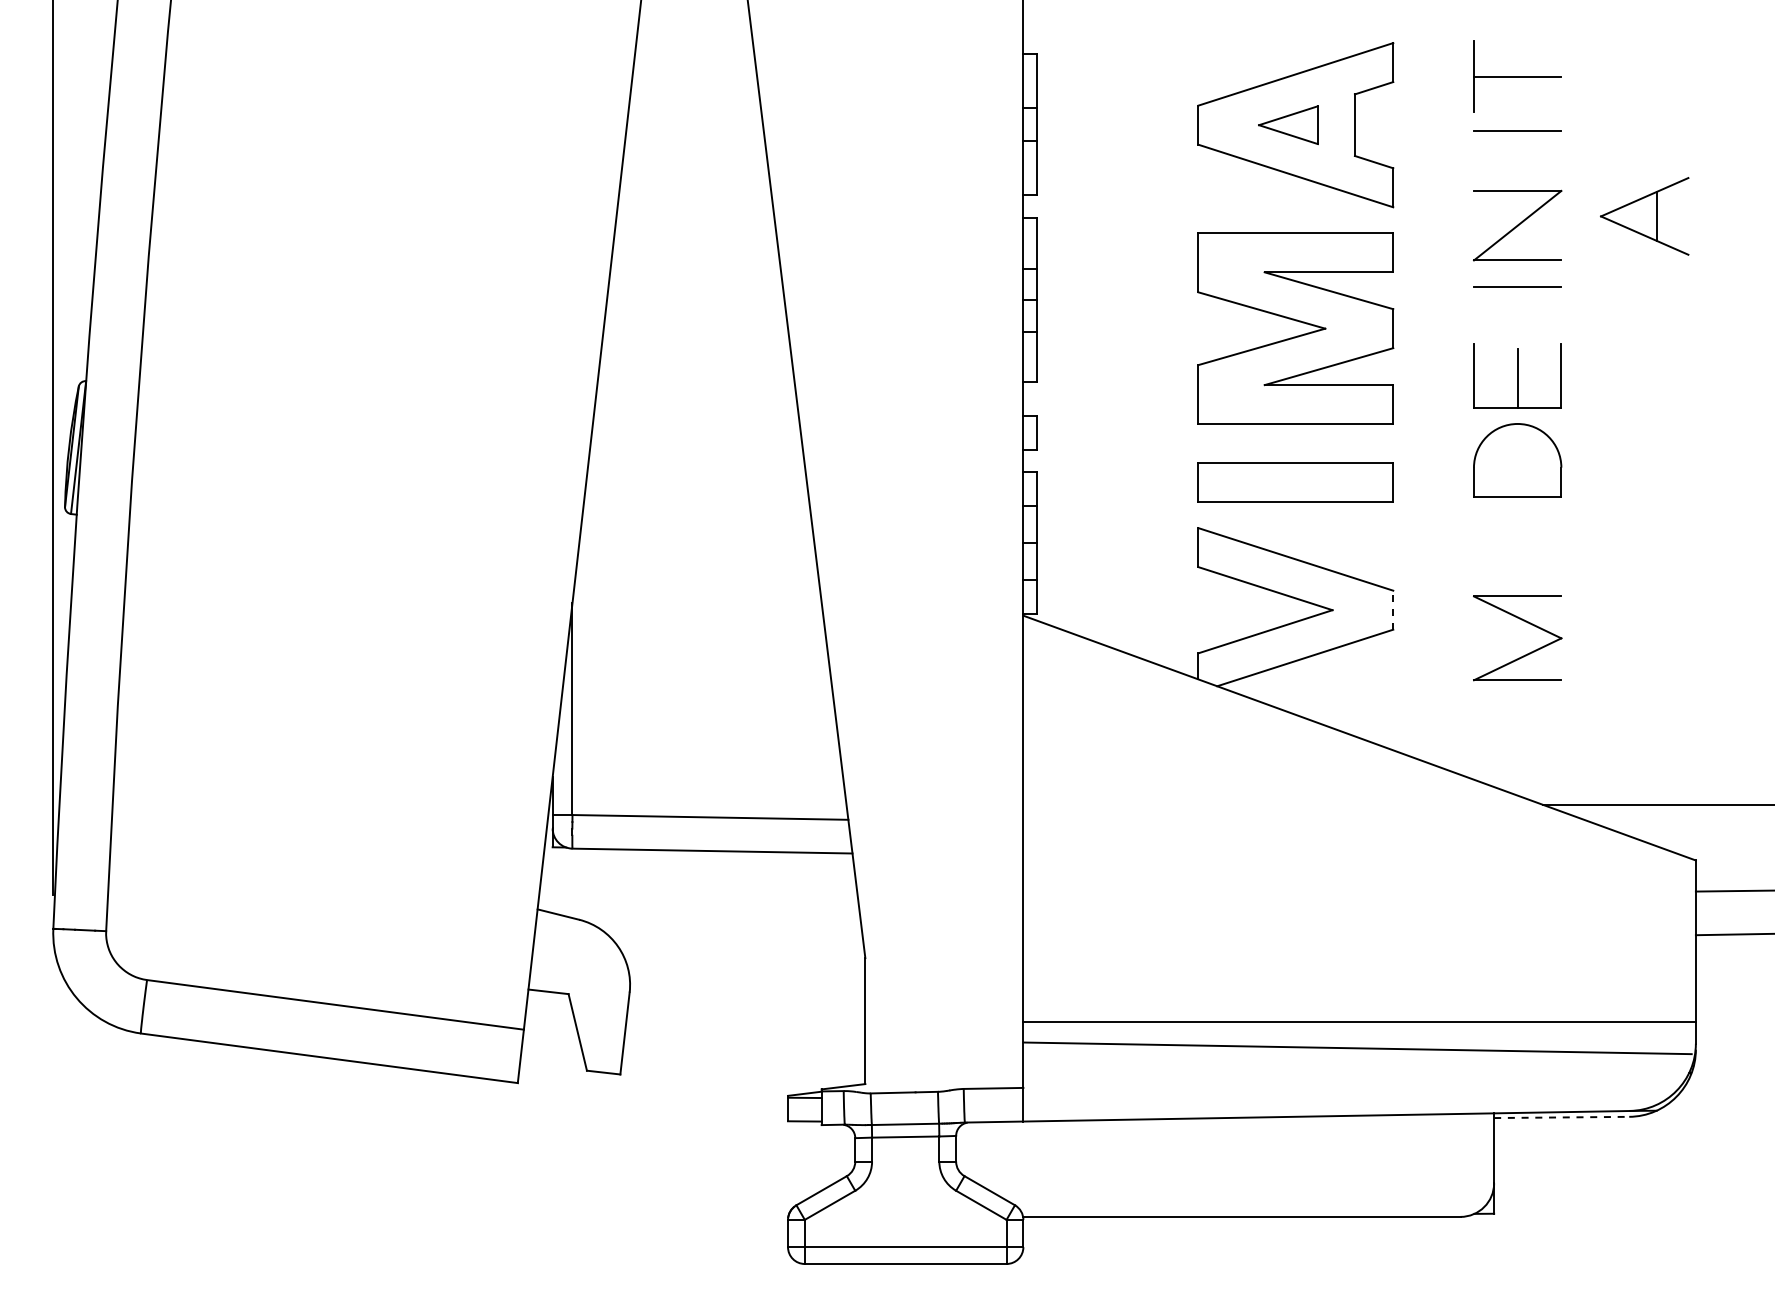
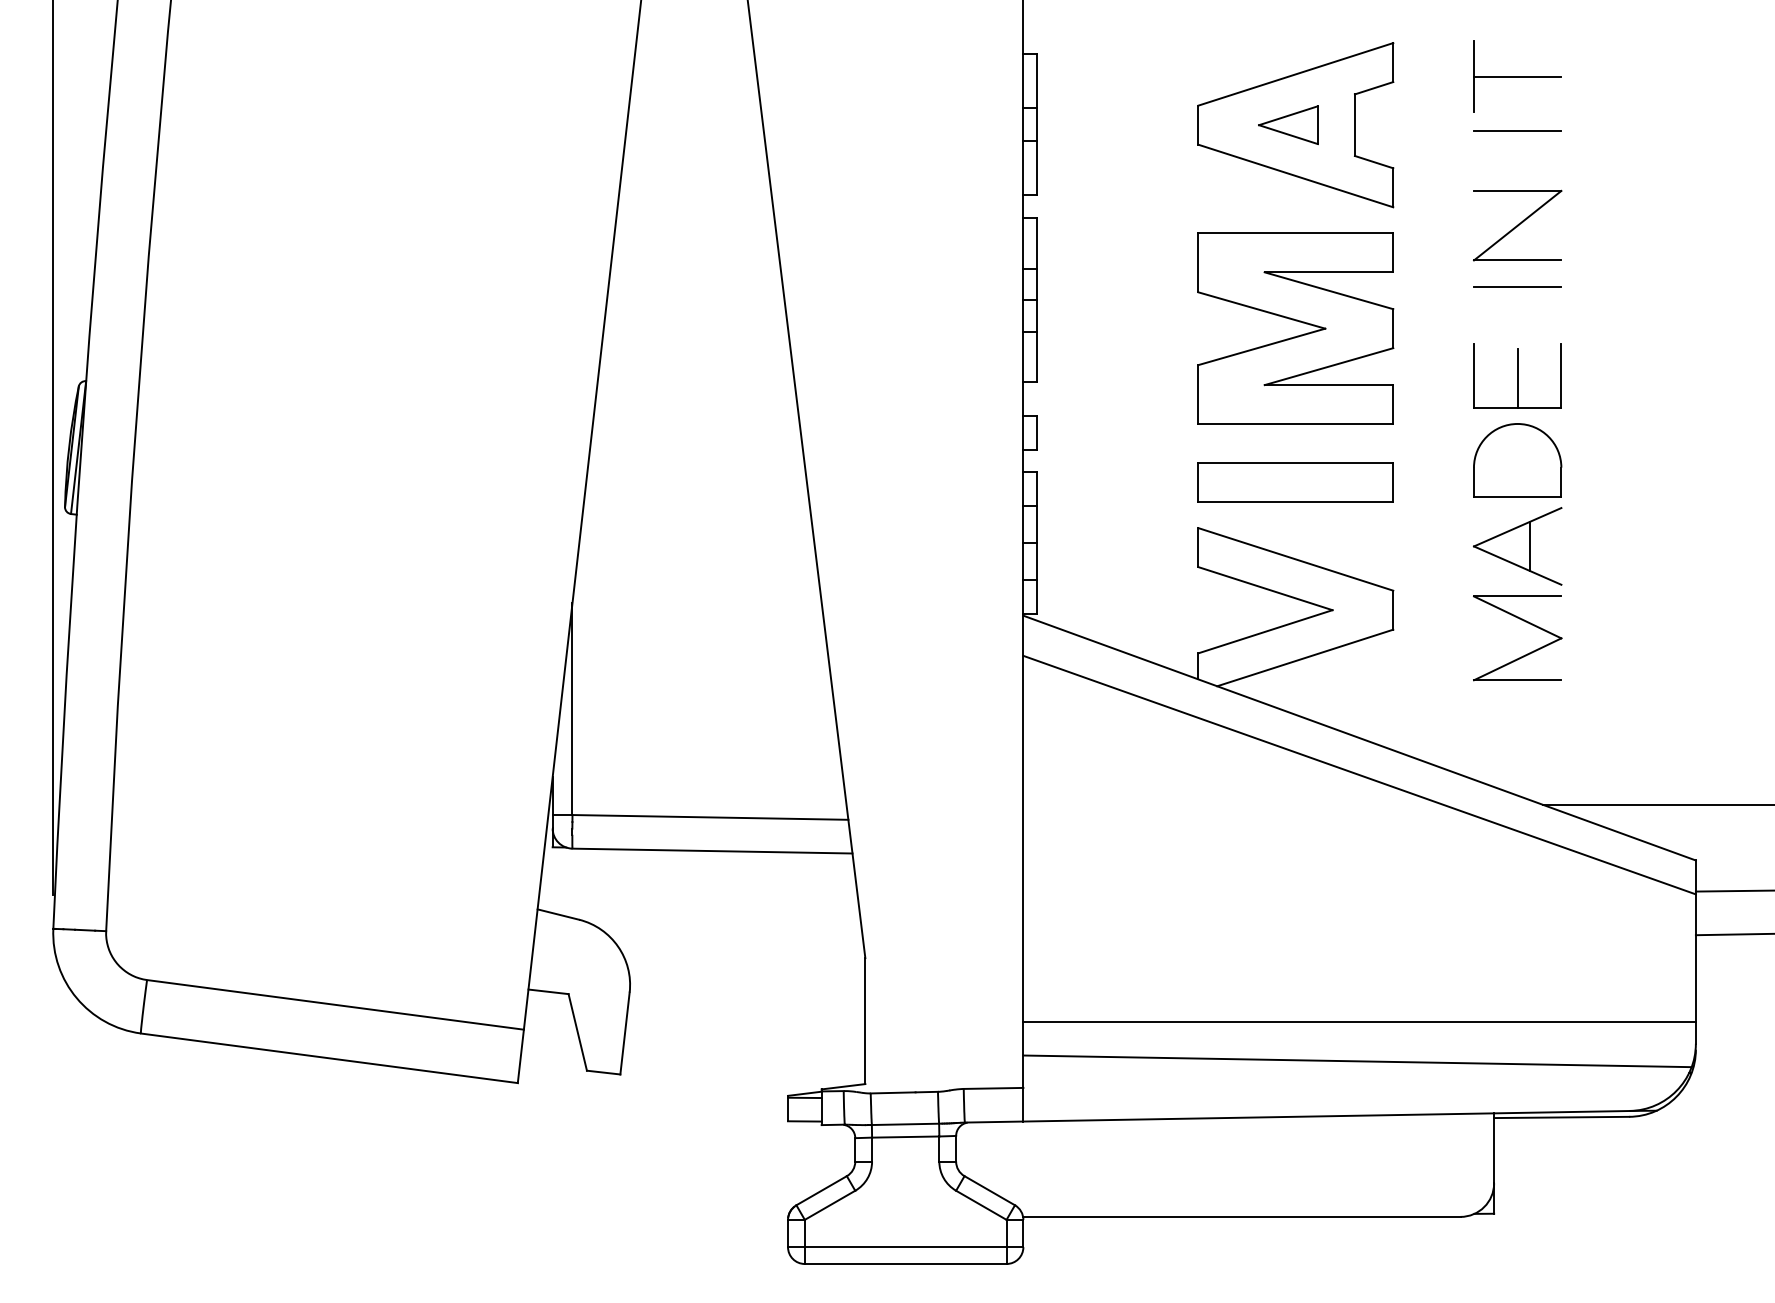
part at (1644, 216) position: (1644, 216) -> (1517, 546)
line at (1393, 610): dashed -> solid
line at (1359, 774): none -> present
line at (1357, 1048) position: (1357, 1048) -> (1357, 1061)
line at (1561, 1117): dashed -> solid
